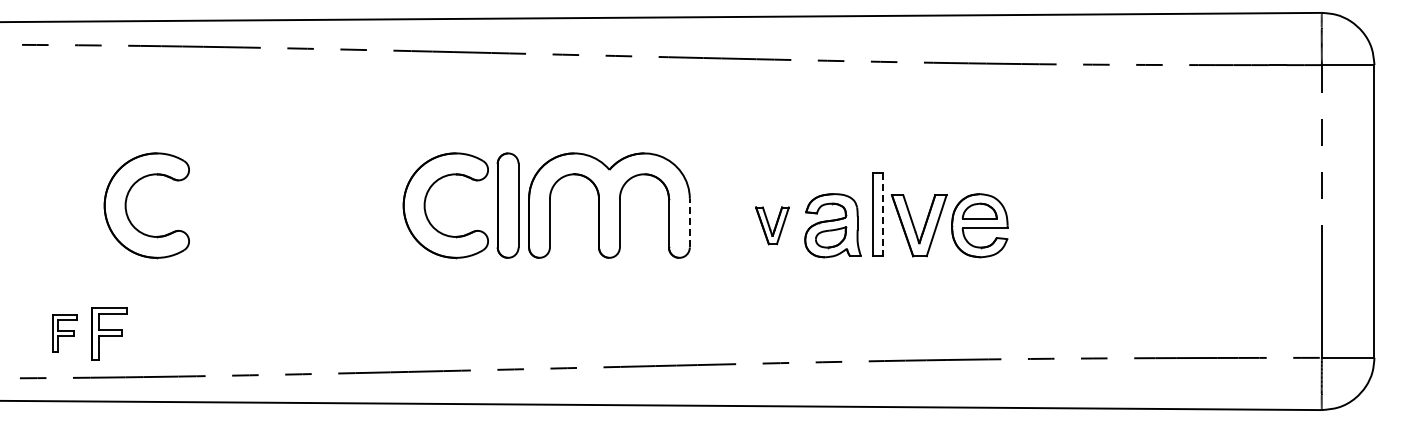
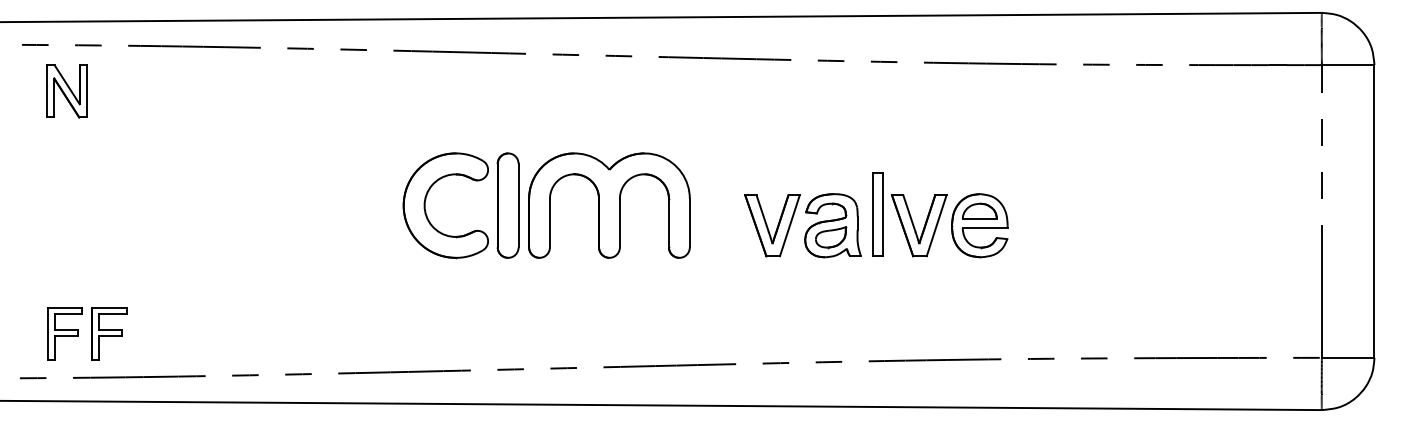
part at (66, 91): none -> present
part at (127, 199): present -> none
line at (883, 214): dashed -> solid
line at (689, 222): dashed -> solid
part at (772, 225) size: 35x40 px -> 57x64 px
part at (64, 333) size: 26x39 px -> 36x54 px
